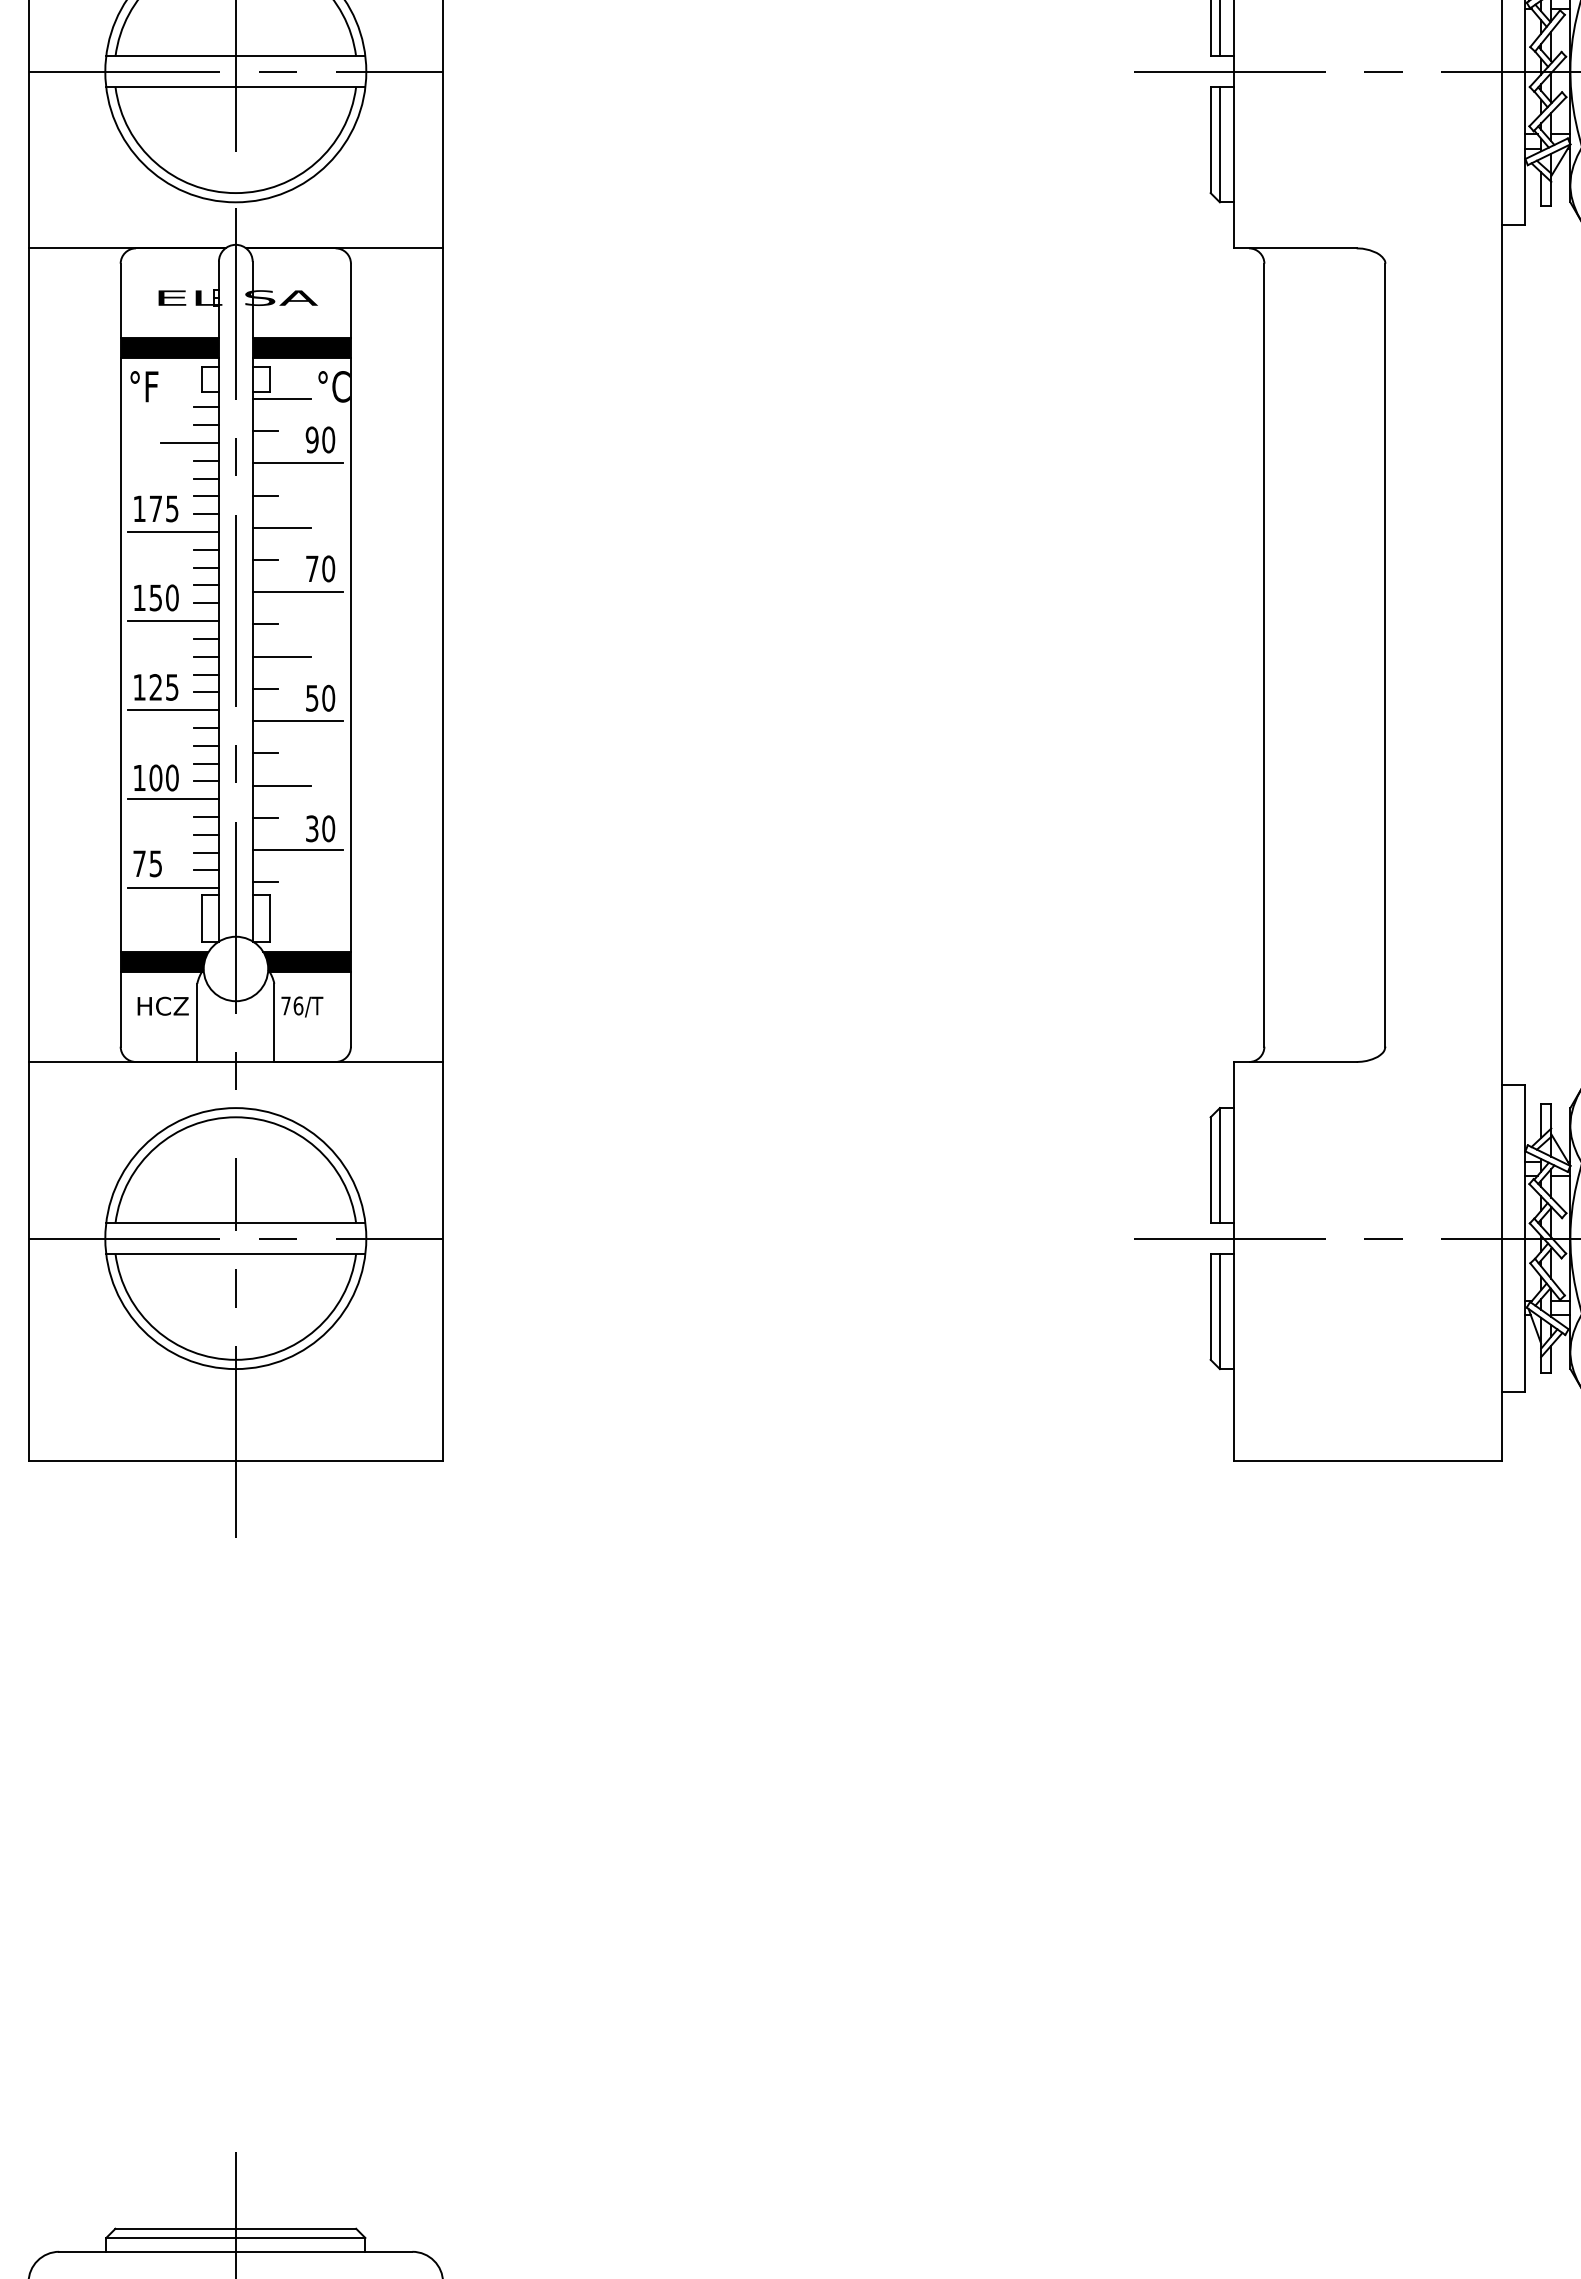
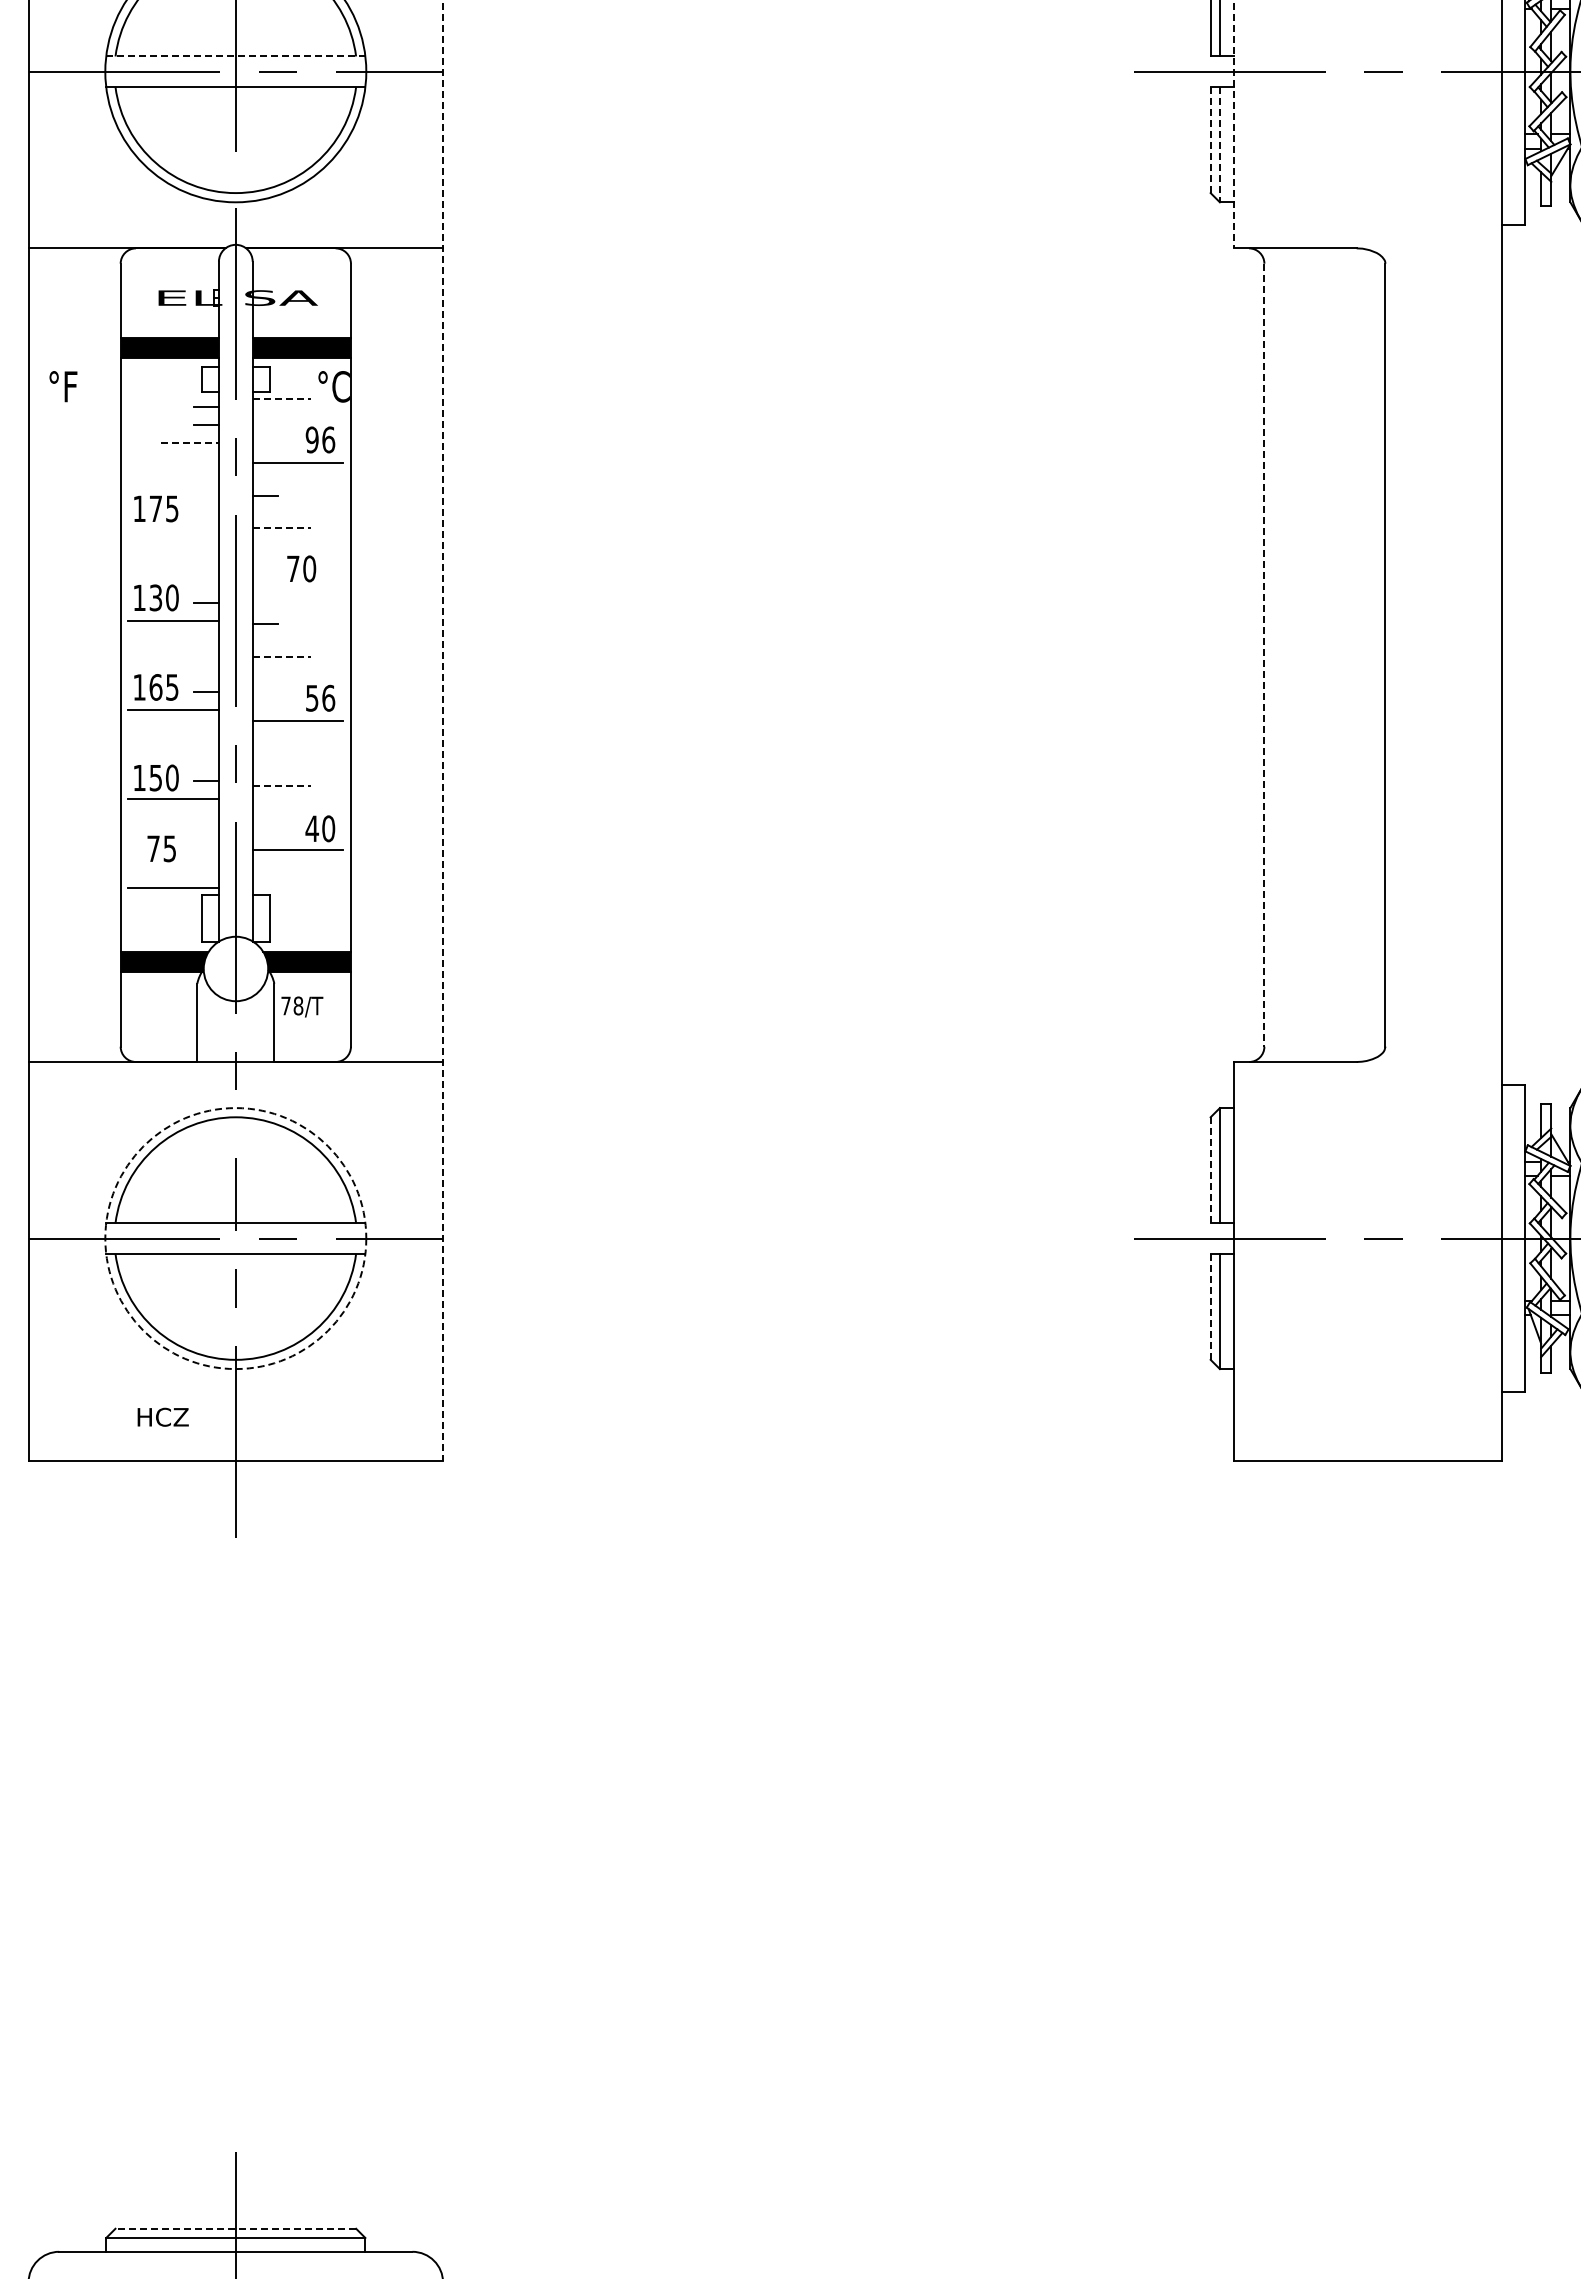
line at (235, 56): solid -> dashed
line at (1233, 124): solid -> dashed
line at (1210, 140): solid -> dashed
line at (1219, 144): solid -> dashed
text at (144, 386) position: (144, 386) -> (63, 386)
line at (282, 398): solid -> dashed
line at (265, 431): present -> none
text at (328, 439): 90 -> 96
line at (190, 443): solid -> dashed
line at (205, 460): present -> none
line at (205, 478): present -> none
line at (205, 496): present -> none
line at (205, 514): present -> none
line at (282, 527): solid -> dashed
line at (173, 532): present -> none
line at (205, 549): present -> none
line at (265, 560): present -> none
line at (205, 567): present -> none
text at (320, 568) position: (320, 568) -> (301, 568)
line at (205, 585): present -> none
line at (297, 592): present -> none
text at (156, 597): 150 -> 130
line at (205, 638): present -> none
line at (1264, 655): solid -> dashed
line at (205, 656): present -> none
line at (282, 656): solid -> dashed
line at (205, 674): present -> none
text at (155, 687): 125 -> 165
line at (265, 688): present -> none
text at (328, 697): 50 -> 56
line at (205, 727): present -> none
line at (443, 731): solid -> dashed
line at (205, 745): present -> none
line at (265, 753): present -> none
line at (205, 763): present -> none
text at (155, 777): 100 -> 150
line at (282, 785): solid -> dashed
line at (205, 817): present -> none
line at (265, 817): present -> none
text at (311, 828): 30 -> 40
line at (205, 834): present -> none
line at (205, 852): present -> none
text at (147, 863) position: (147, 863) -> (161, 848)
line at (205, 870): present -> none
line at (265, 882): present -> none
text at (162, 1005) position: (162, 1005) -> (162, 1416)
text at (298, 1005): 76/T -> 78/T
line at (1210, 1170): solid -> dashed
circle at (235, 1238): solid -> dashed
line at (1210, 1306): solid -> dashed
line at (235, 2228): solid -> dashed
